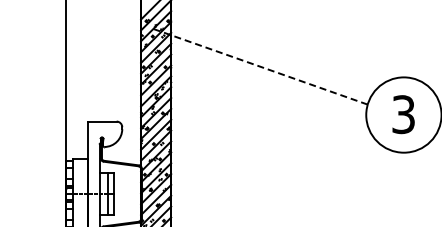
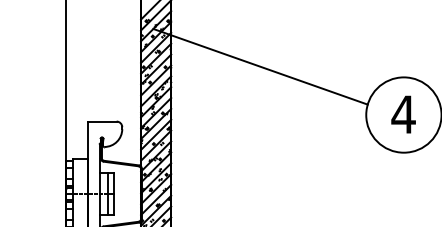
line at (260, 66): dashed -> solid
text at (403, 114): 3 -> 4
